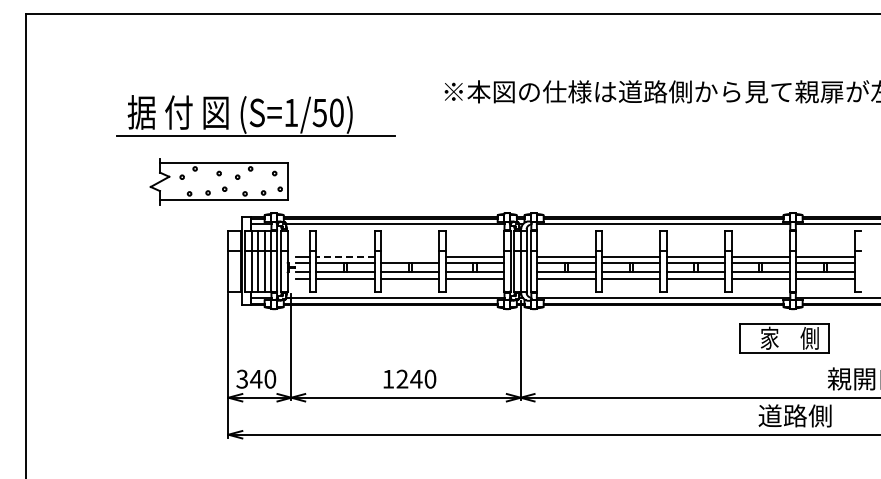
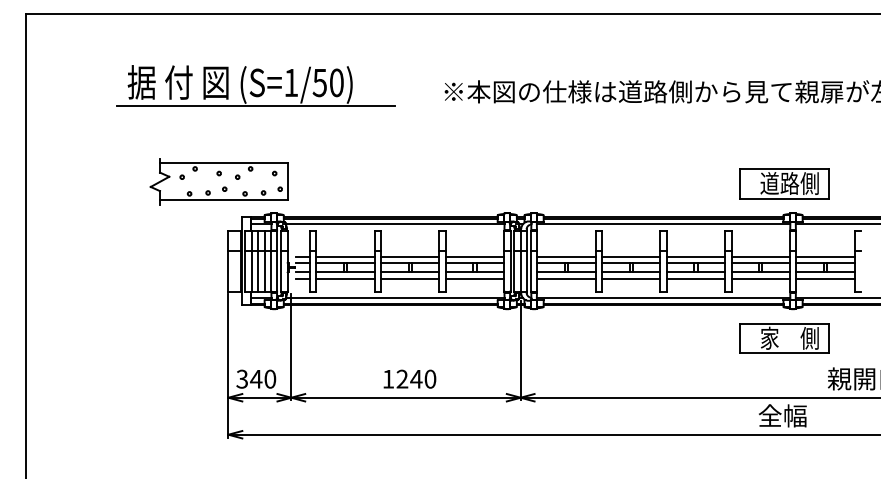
part at (255, 115) position: (255, 115) -> (255, 85)
part at (784, 183): none -> present
line at (344, 256): dashed -> solid
line at (410, 256): none -> present
text at (794, 415): 道路側 -> 全幅
